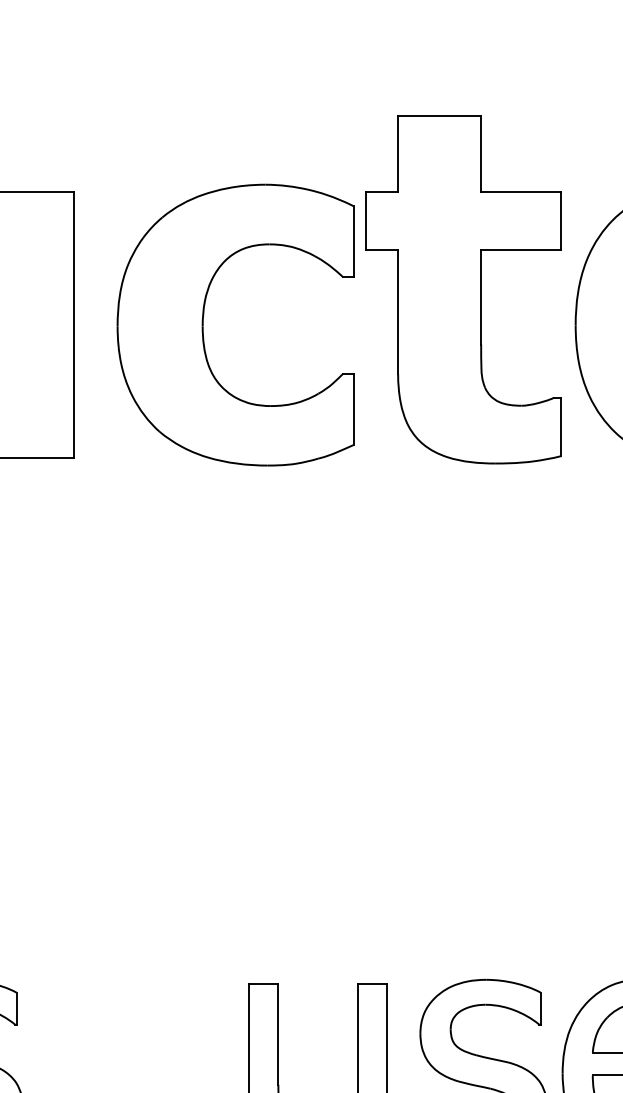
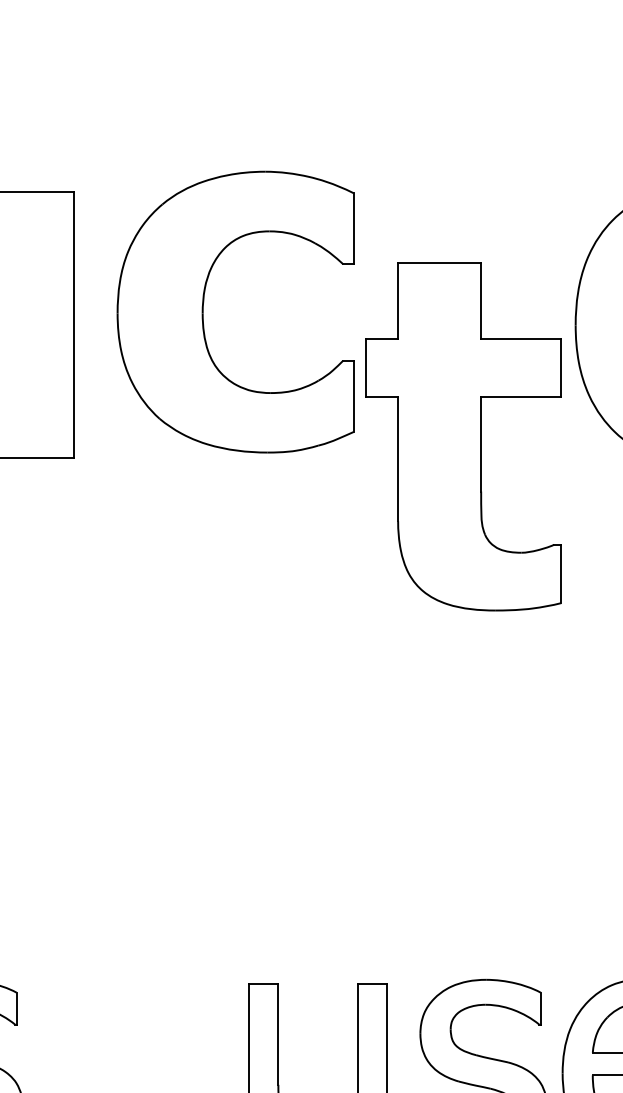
part at (463, 289) position: (463, 289) -> (463, 436)
part at (203, 324) position: (203, 324) -> (203, 311)
